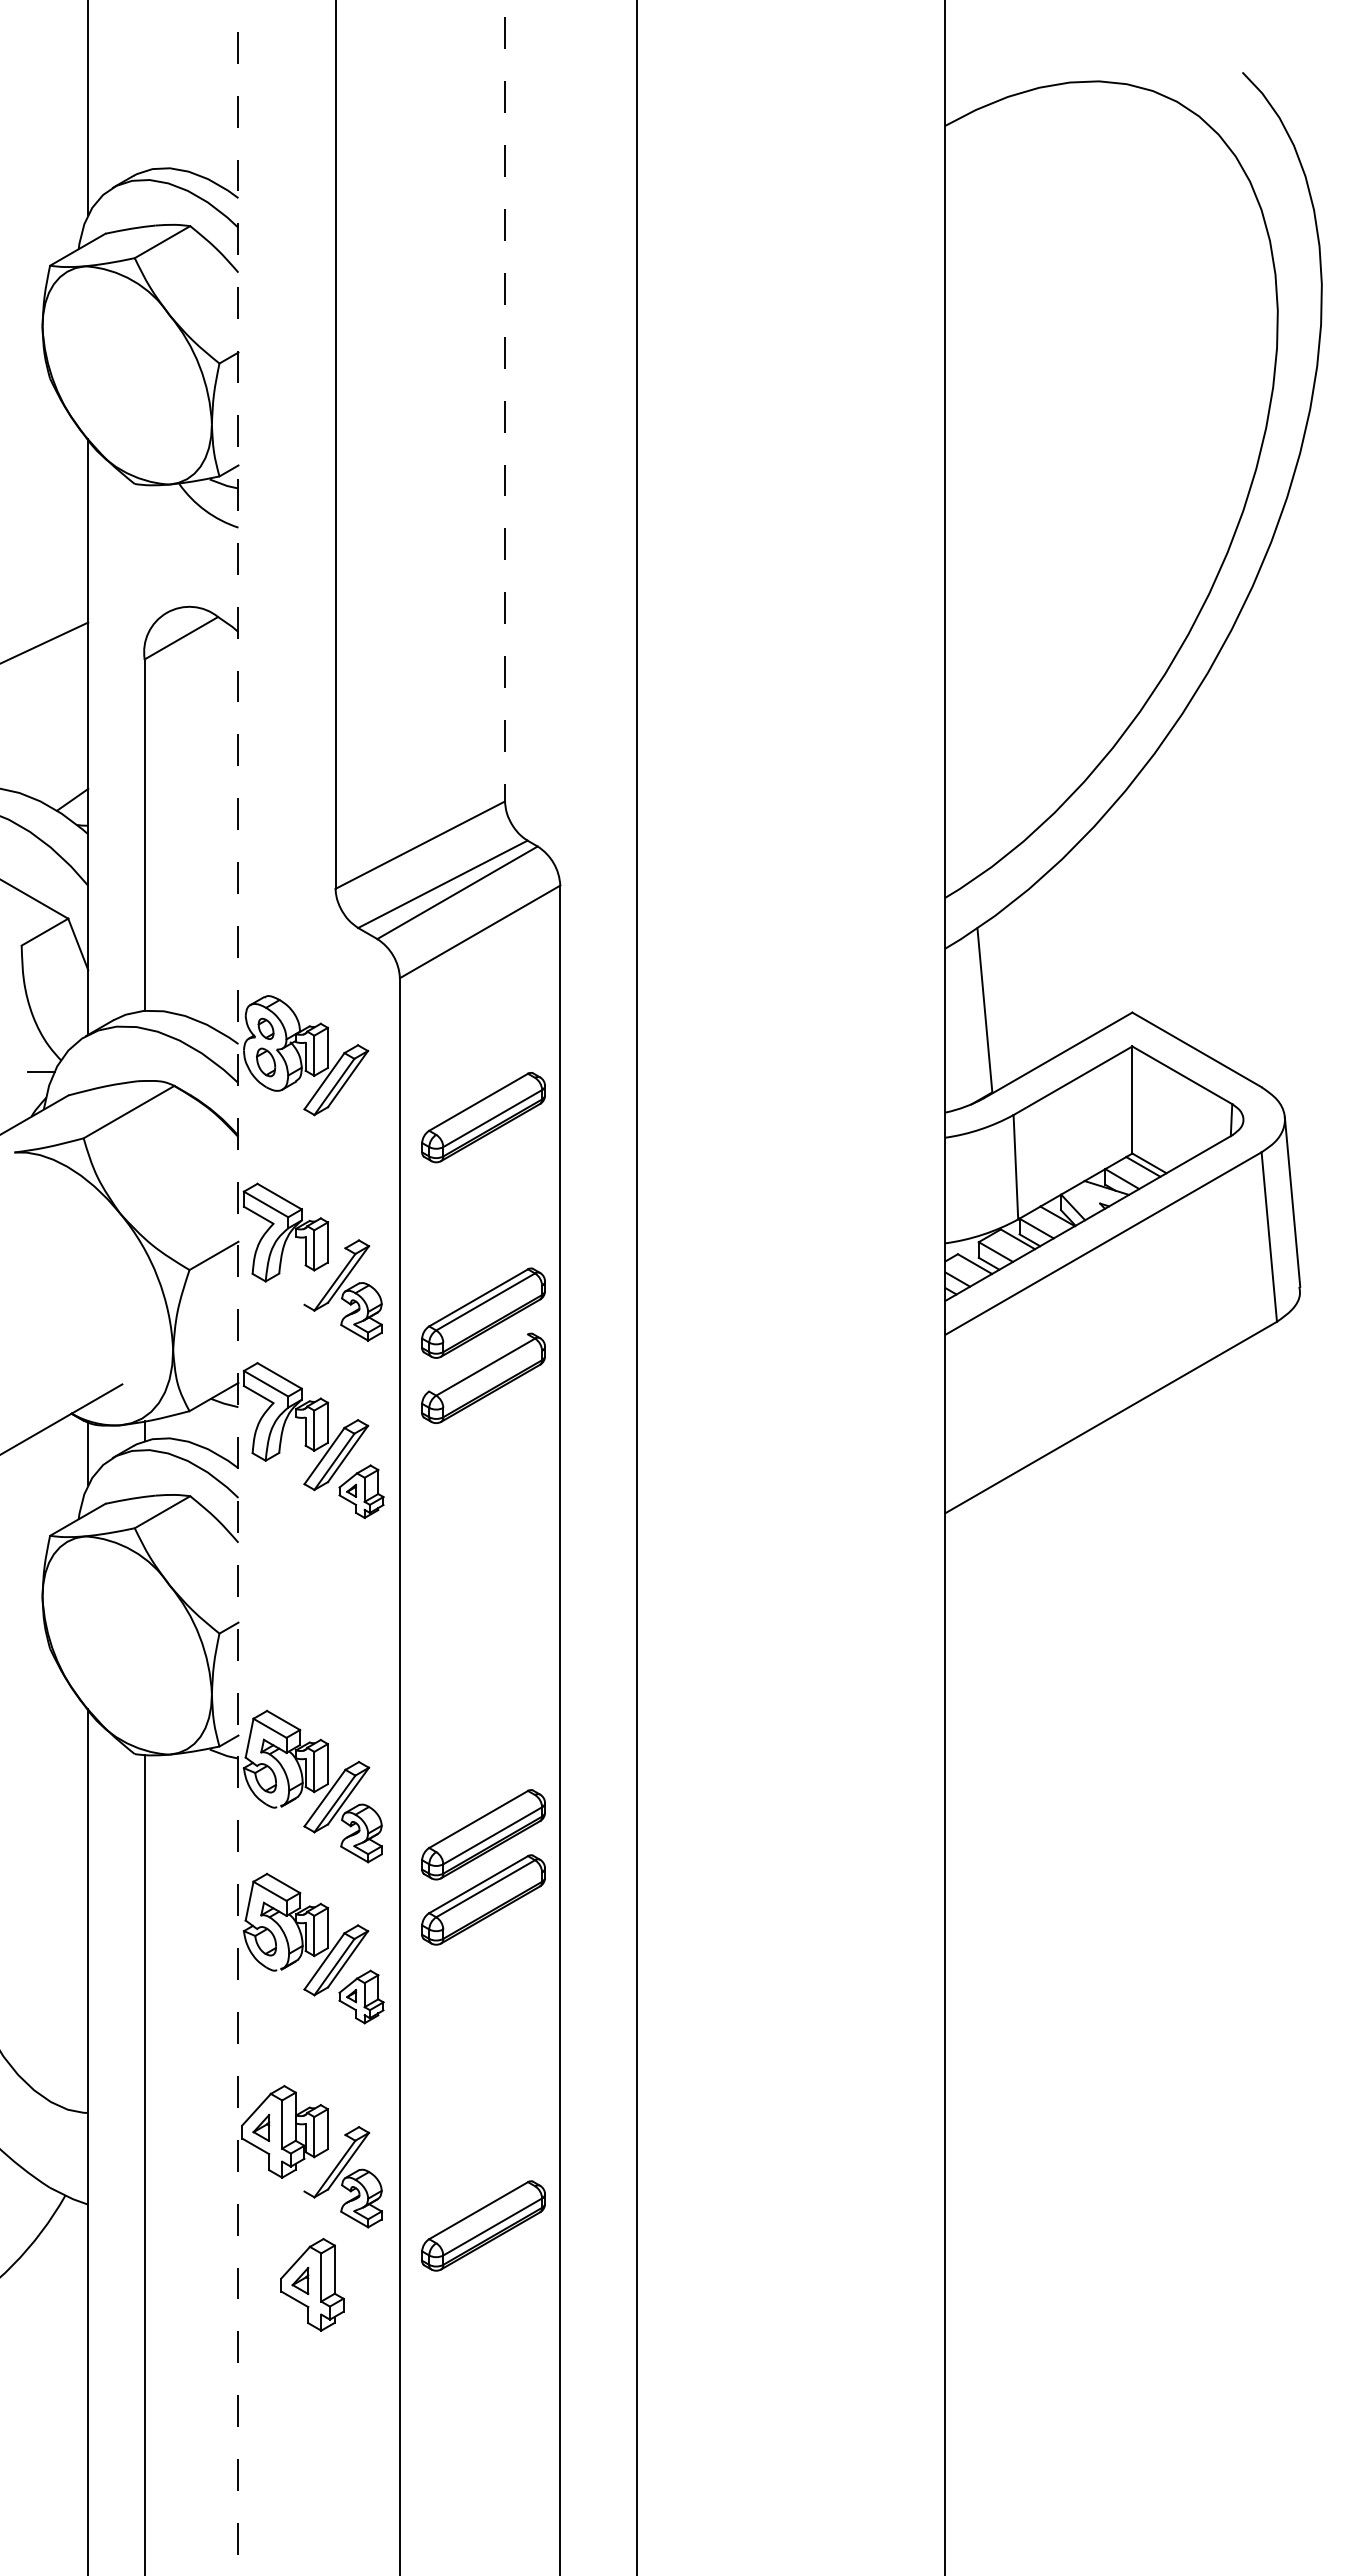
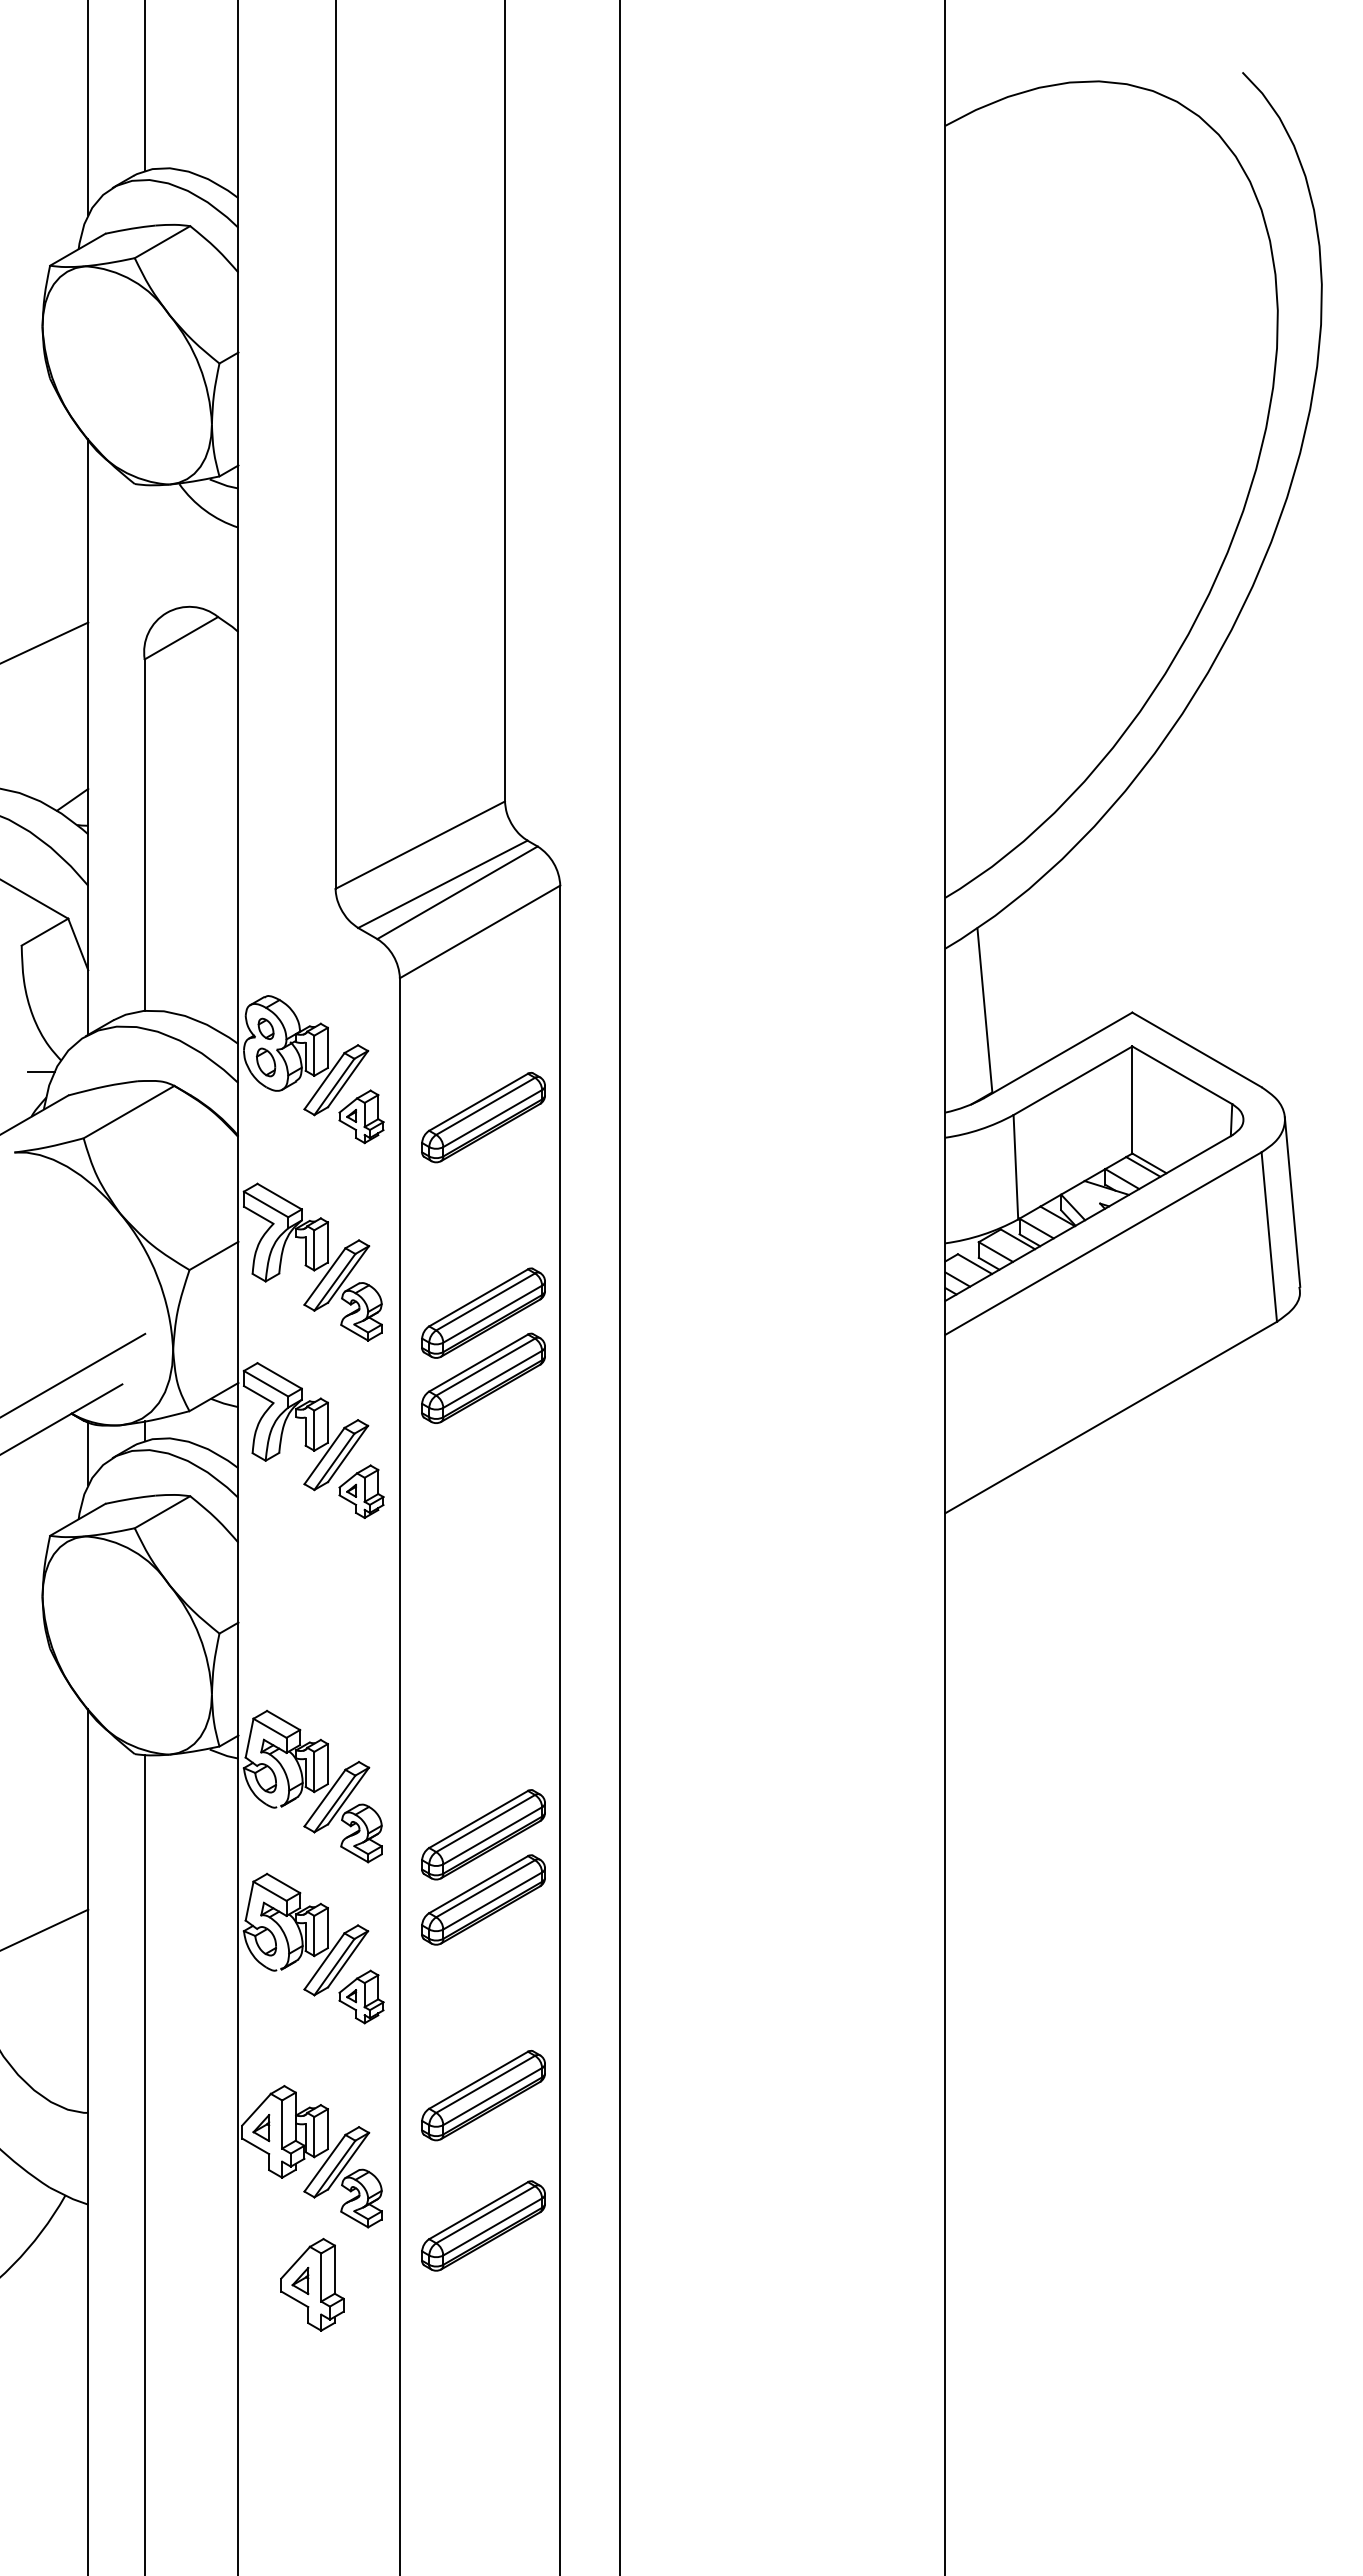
line at (144, 86): none -> present
line at (504, 401): dashed -> solid
line at (485, 1105): none -> present
part at (361, 1116): none -> present
line at (324, 1276): none -> present
line at (637, 1287) position: (637, 1287) -> (620, 1287)
line at (238, 1288): dashed -> solid
line at (492, 1313): none -> present
line at (478, 1362): none -> present
line at (73, 1374): none -> present
line at (492, 1378): none -> present
line at (485, 1823): none -> present
line at (492, 1900): none -> present
line at (45, 1929): none -> present
part at (483, 2095): none -> present
line at (324, 2162): none -> present
line at (485, 2214): none -> present
